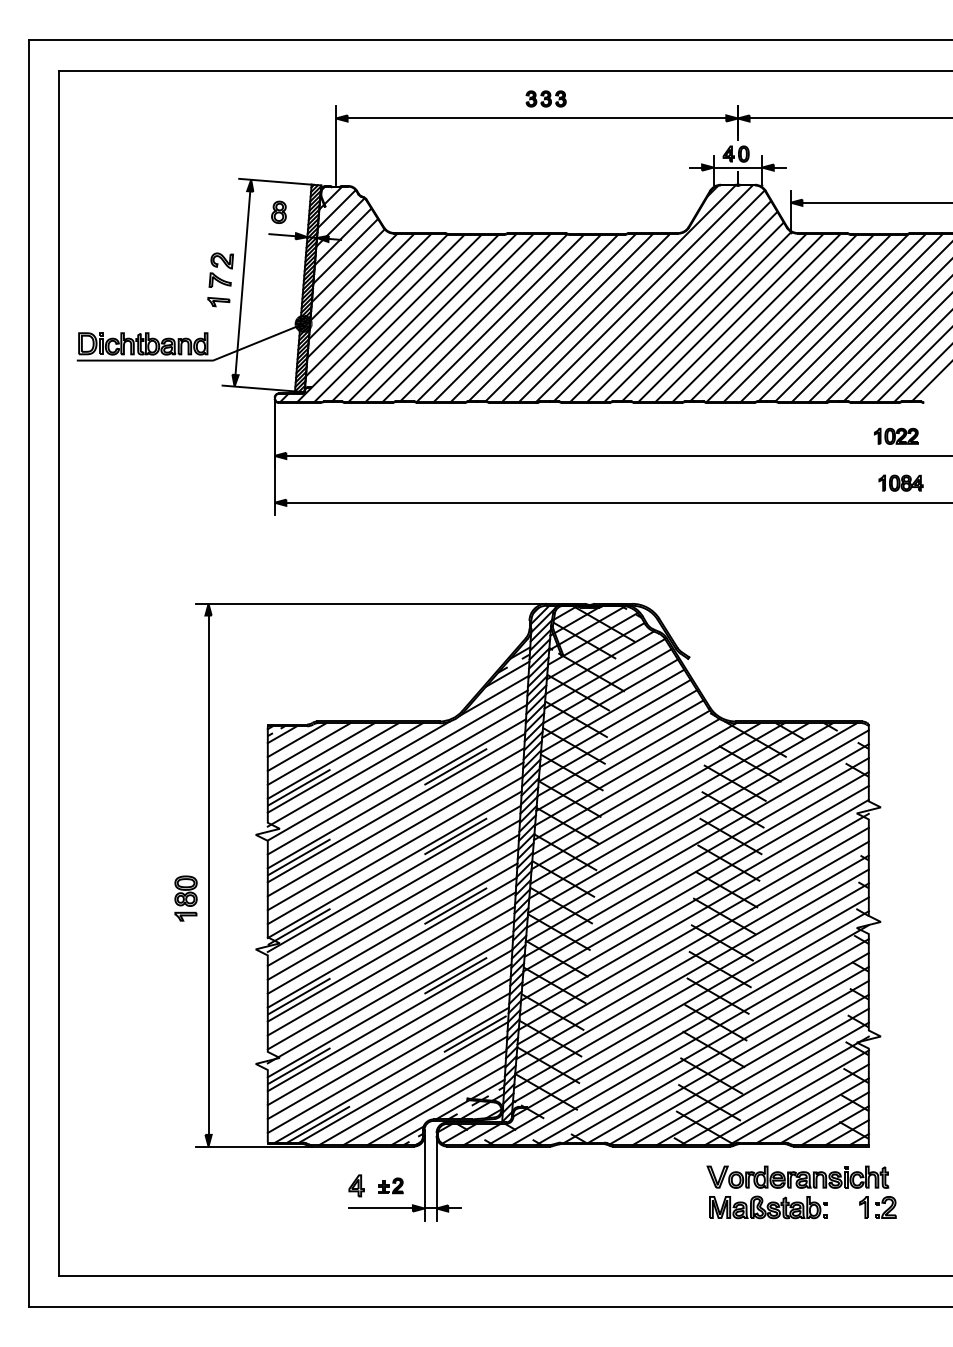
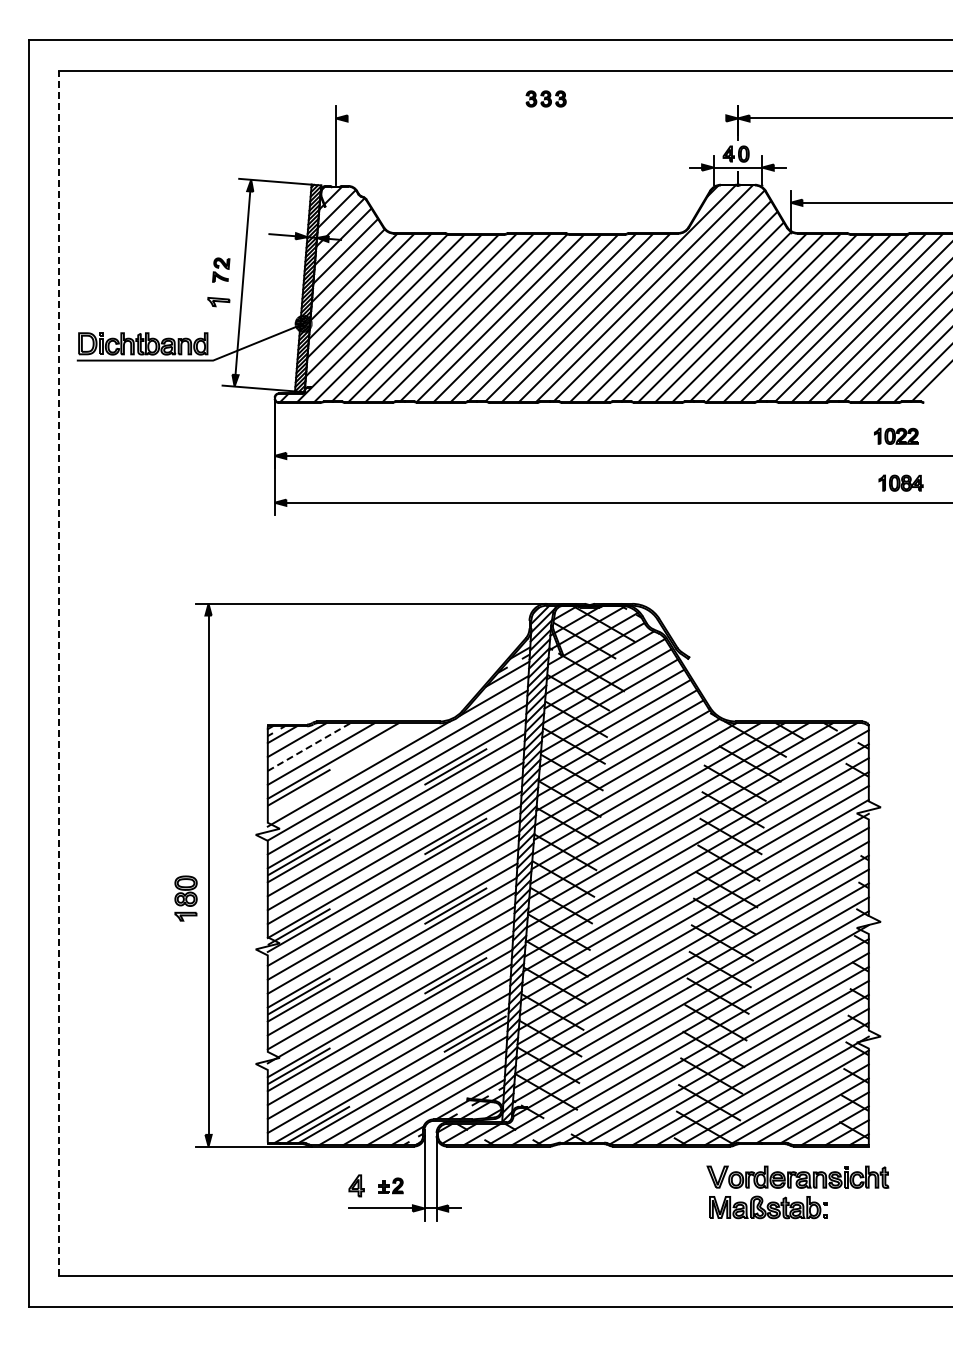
line at (536, 118): present -> none
part at (278, 211): present -> none
part at (220, 269) size: 26x36 px -> 19x26 px
line at (58, 673): solid -> dashed
line at (309, 747): solid -> dashed
line at (344, 767): present -> none
part at (877, 1207): present -> none
